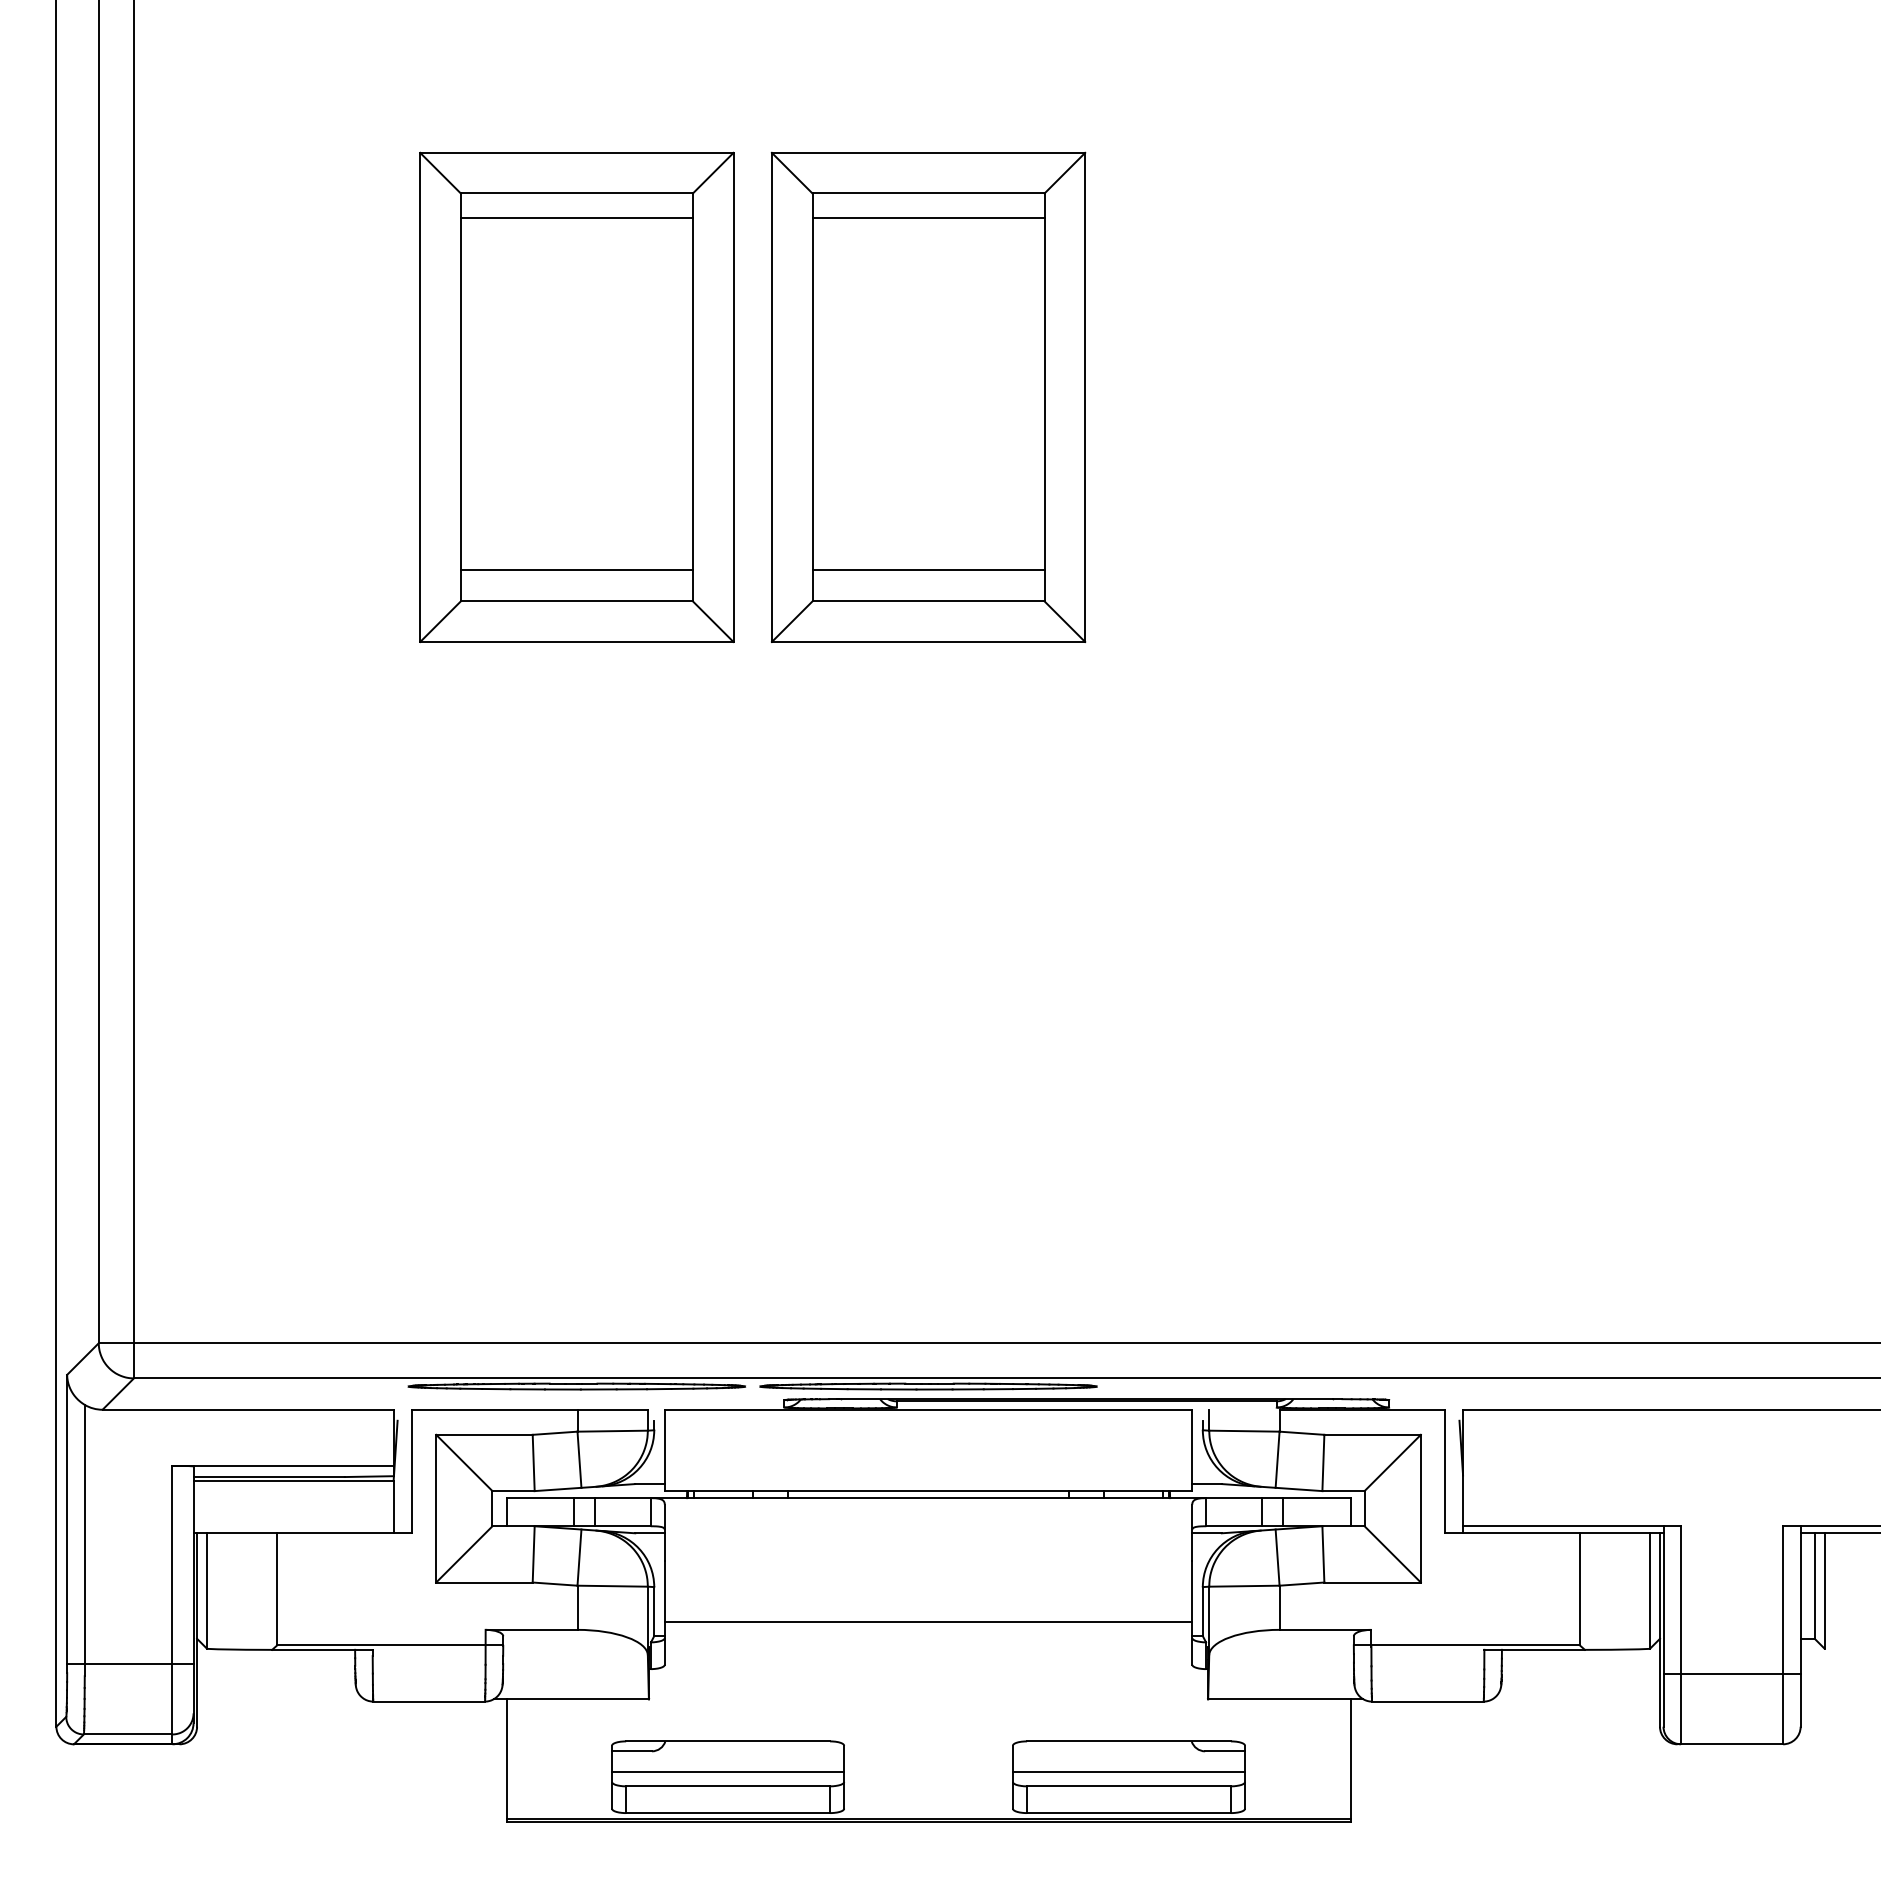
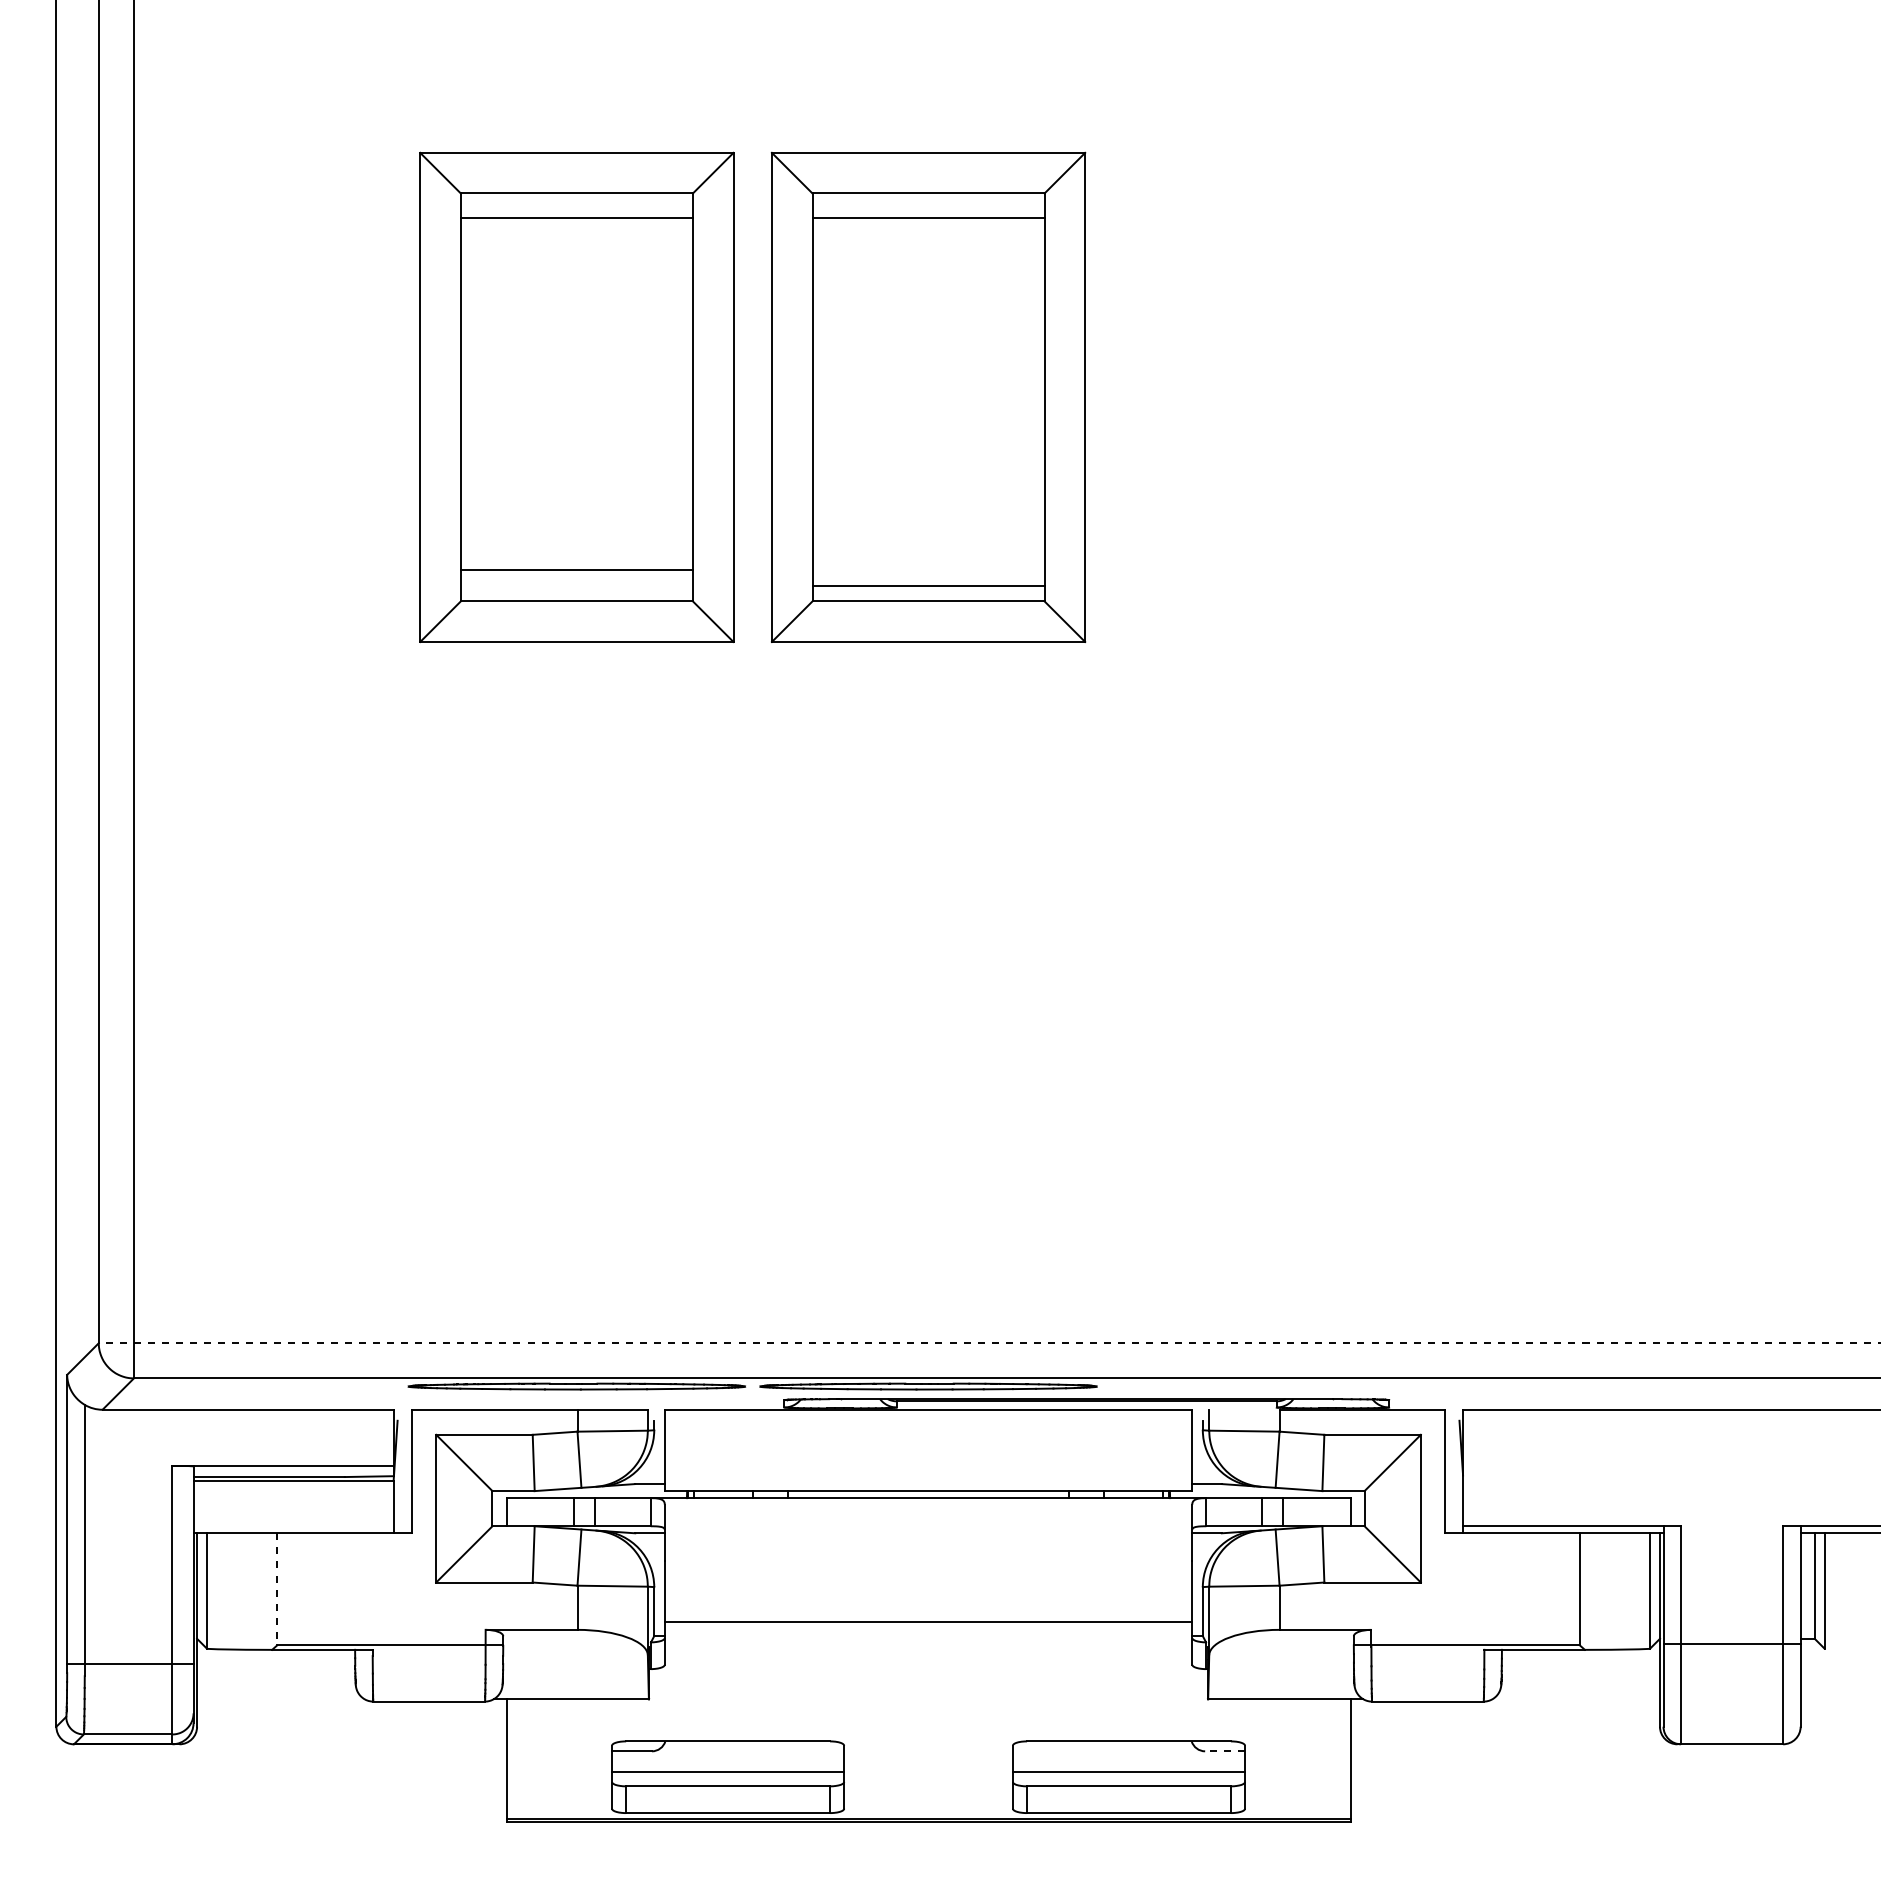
line at (928, 569) position: (928, 569) -> (928, 585)
line at (989, 1343): solid -> dashed
line at (277, 1589): solid -> dashed
line at (1731, 1673) position: (1731, 1673) -> (1731, 1643)
line at (1225, 1751): solid -> dashed
